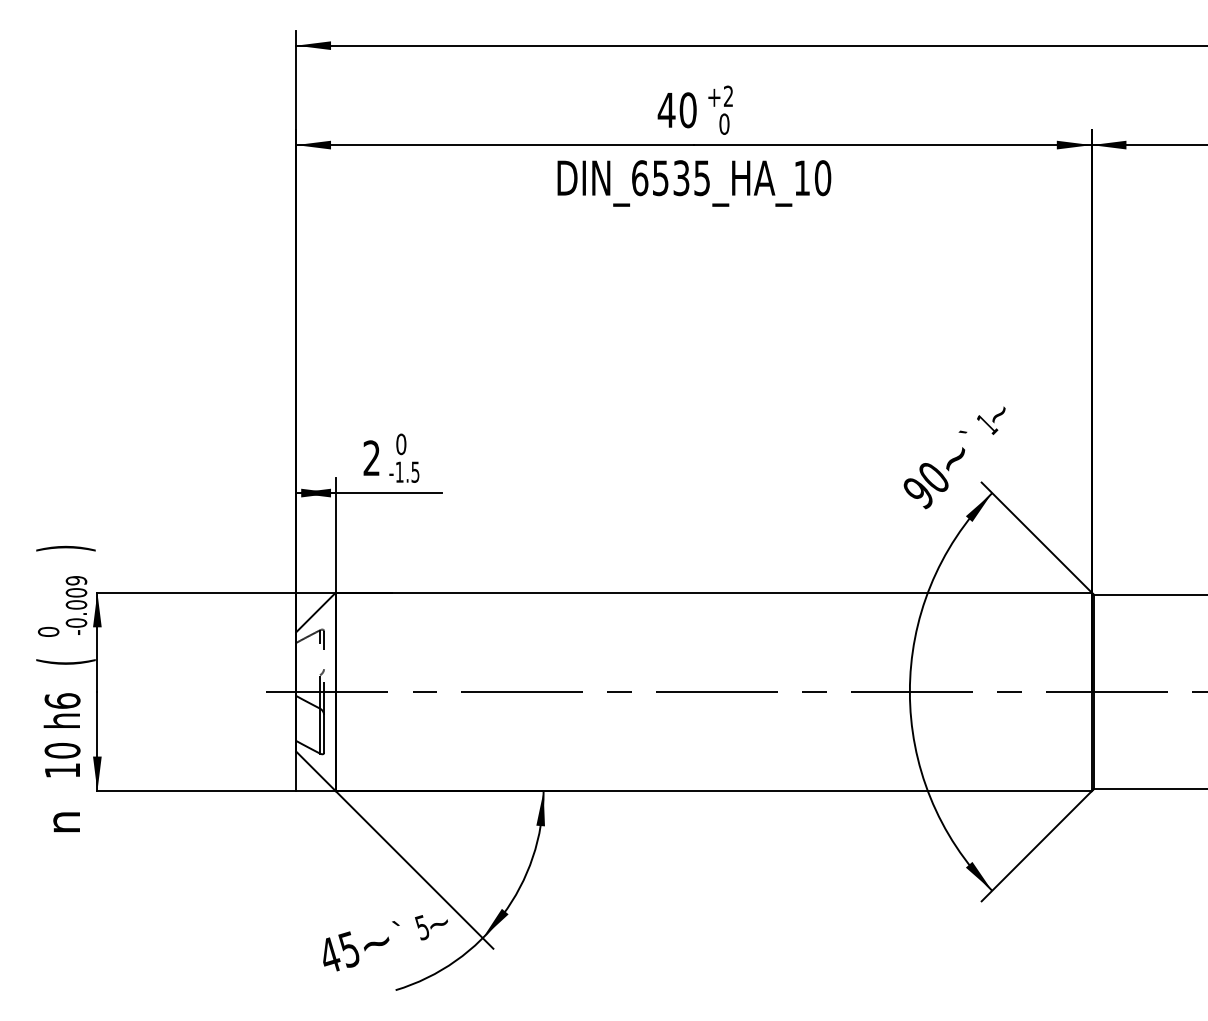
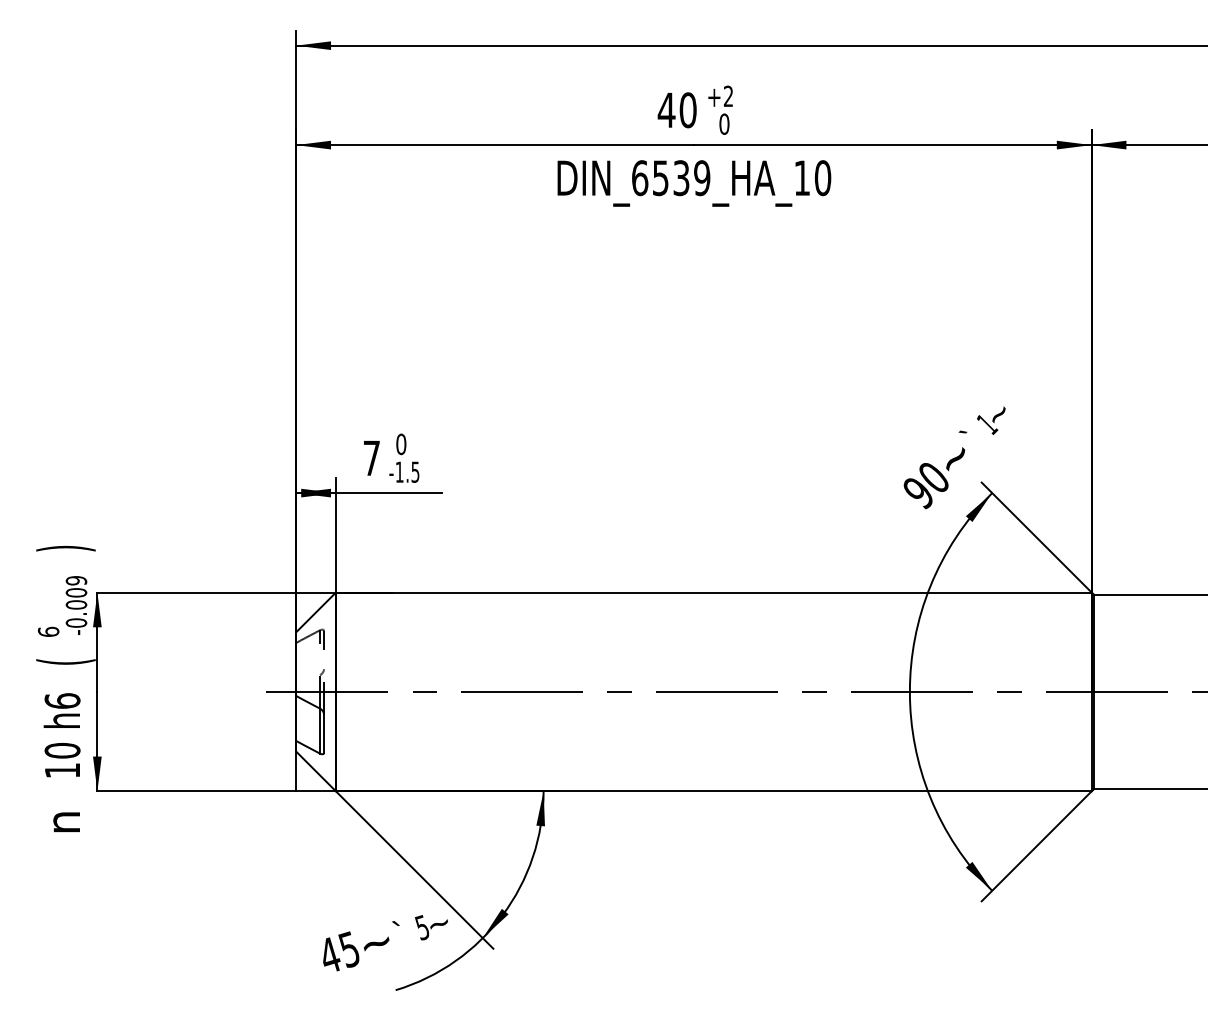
text at (702, 177): DIN_6535_HA_10 -> DIN_6539_HA_10
text at (371, 457): 2 -> 7
text at (48, 631): 0 -> 6
